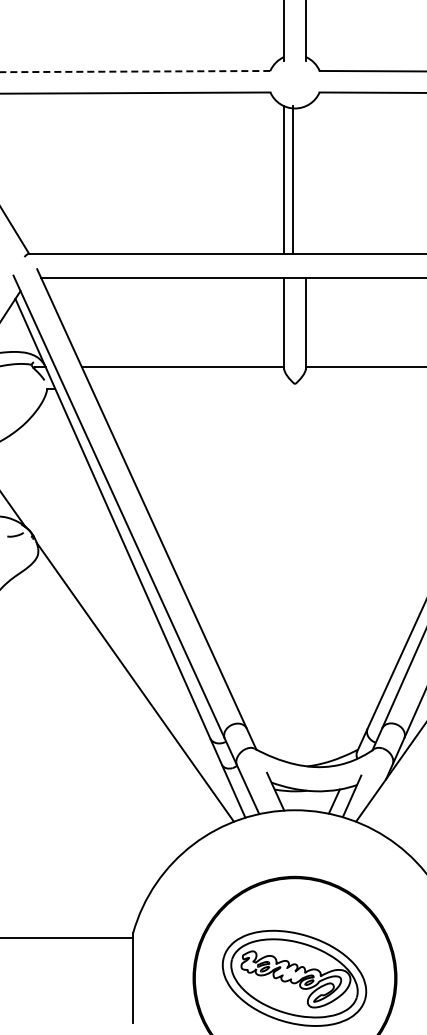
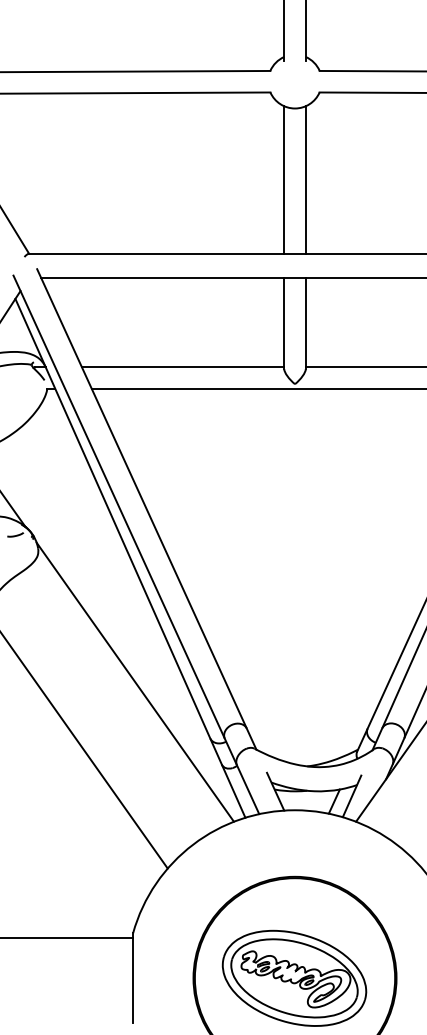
line at (135, 71): dashed -> solid
line at (292, 179) position: (292, 179) -> (305, 179)
line at (257, 388): none -> present
line at (84, 751): none -> present
